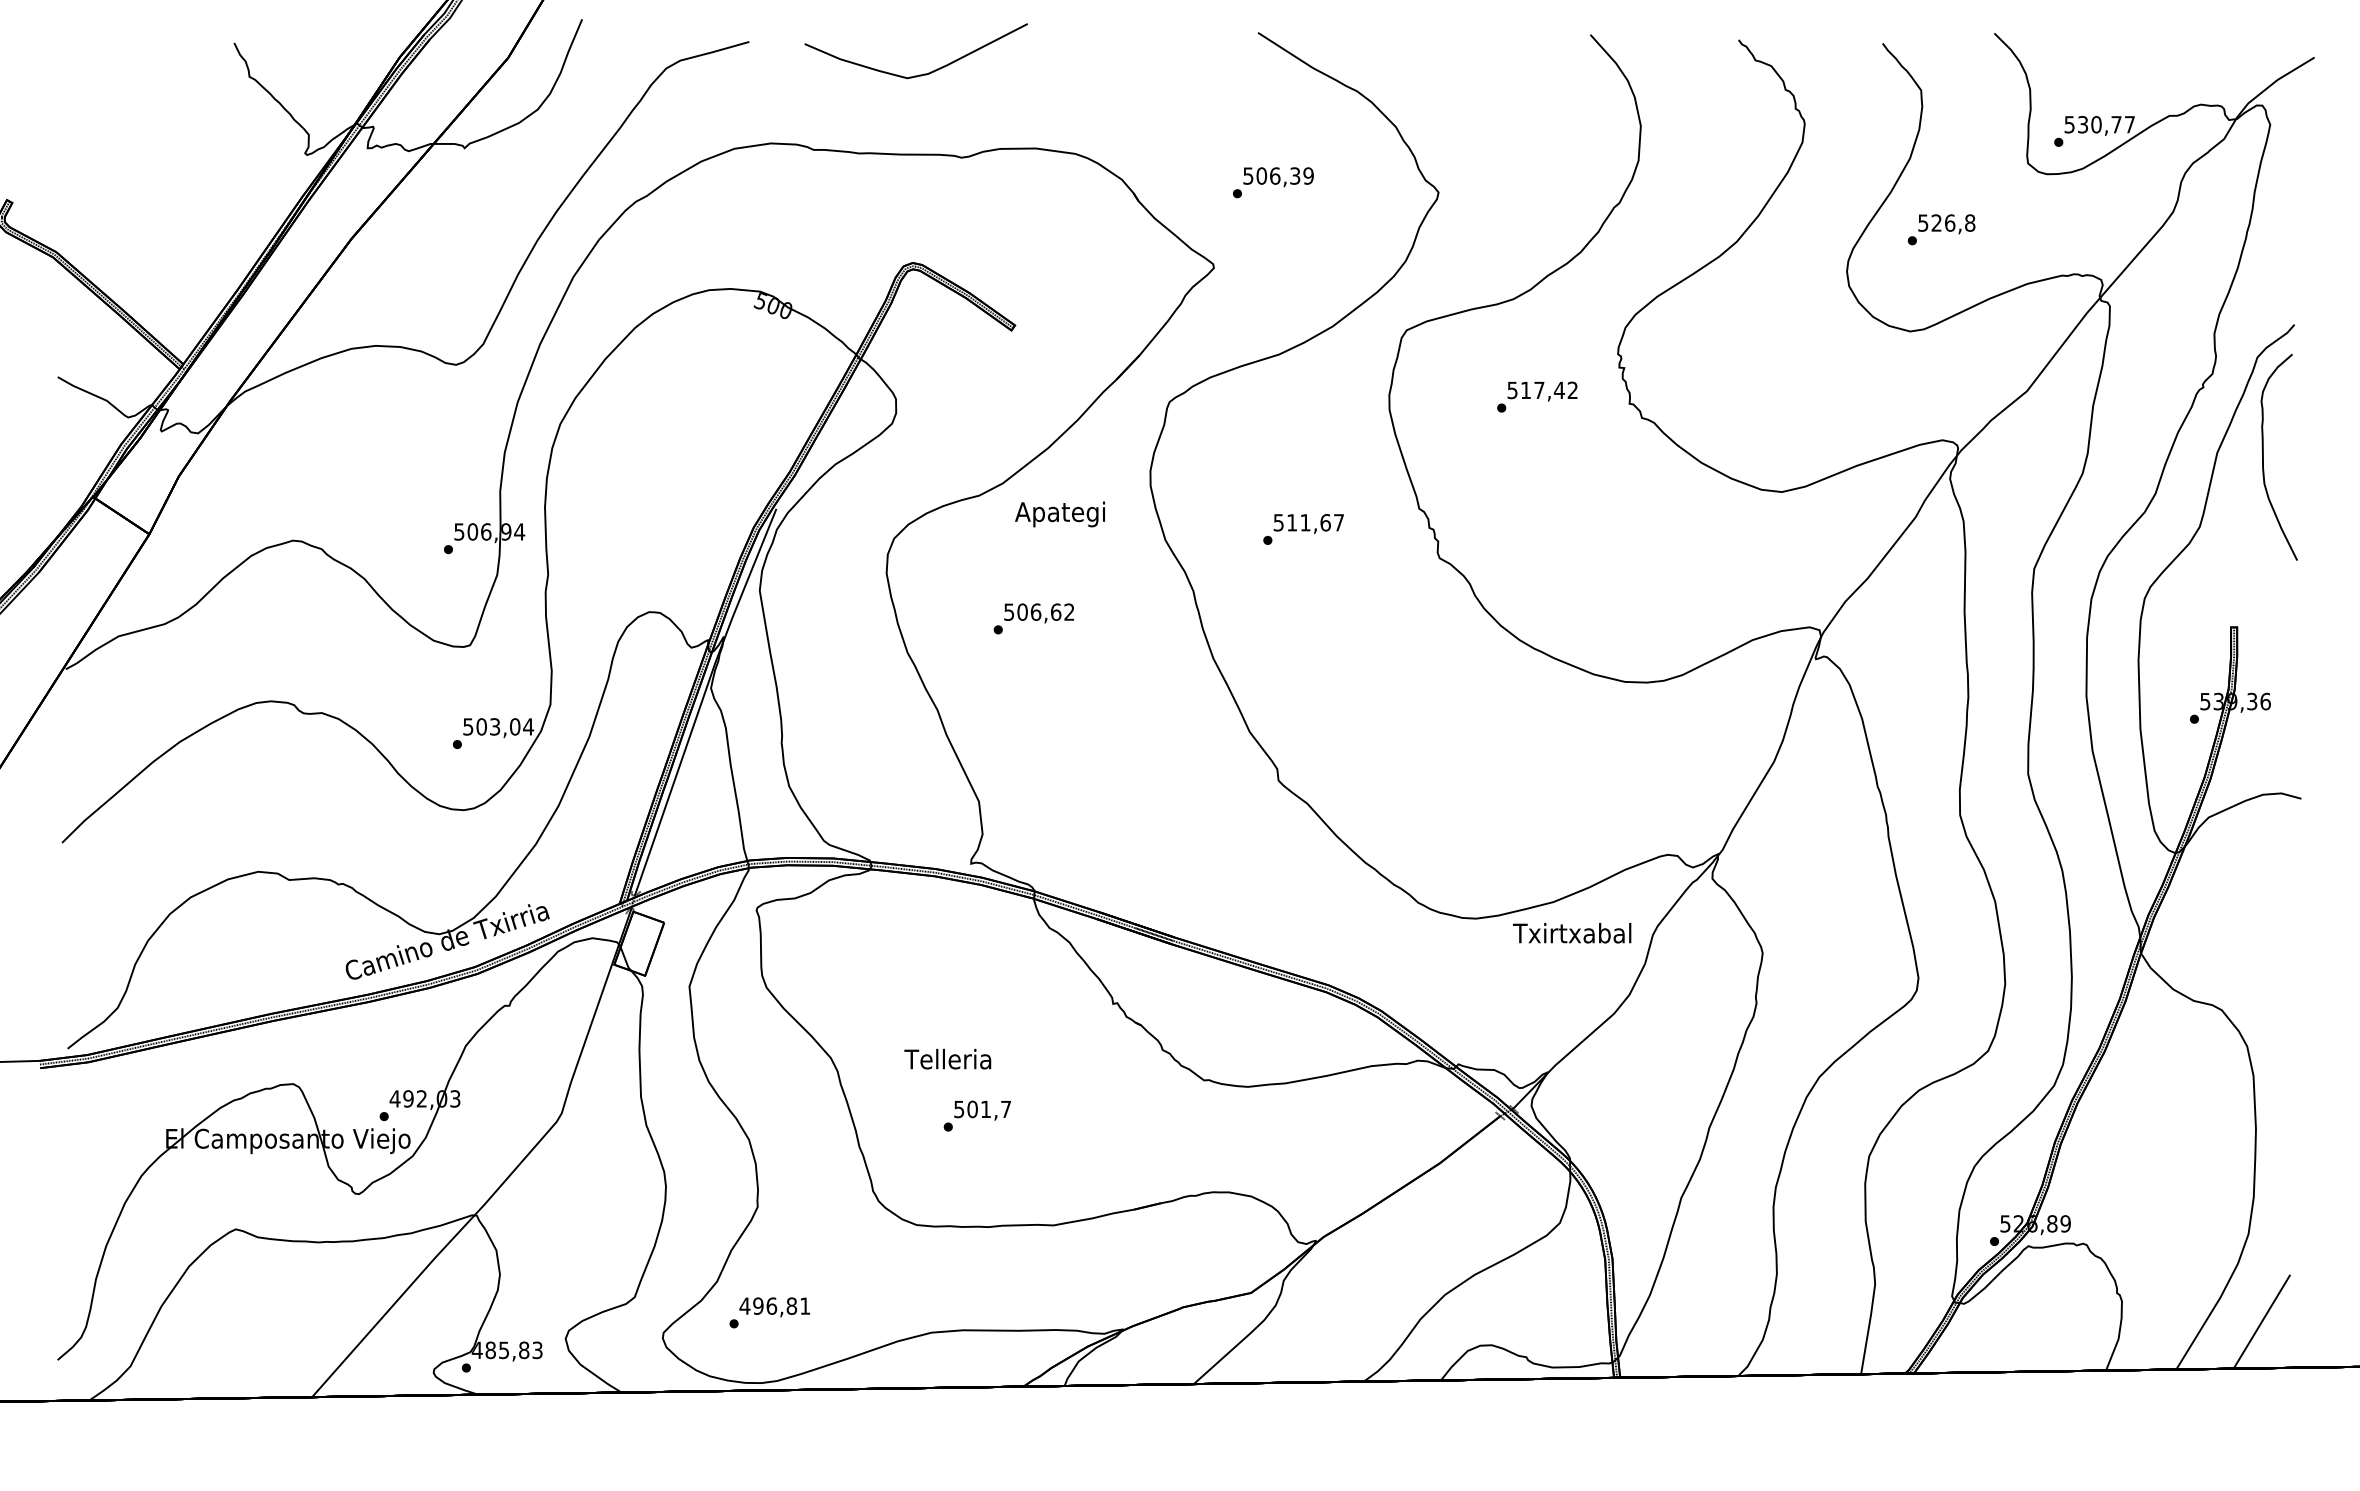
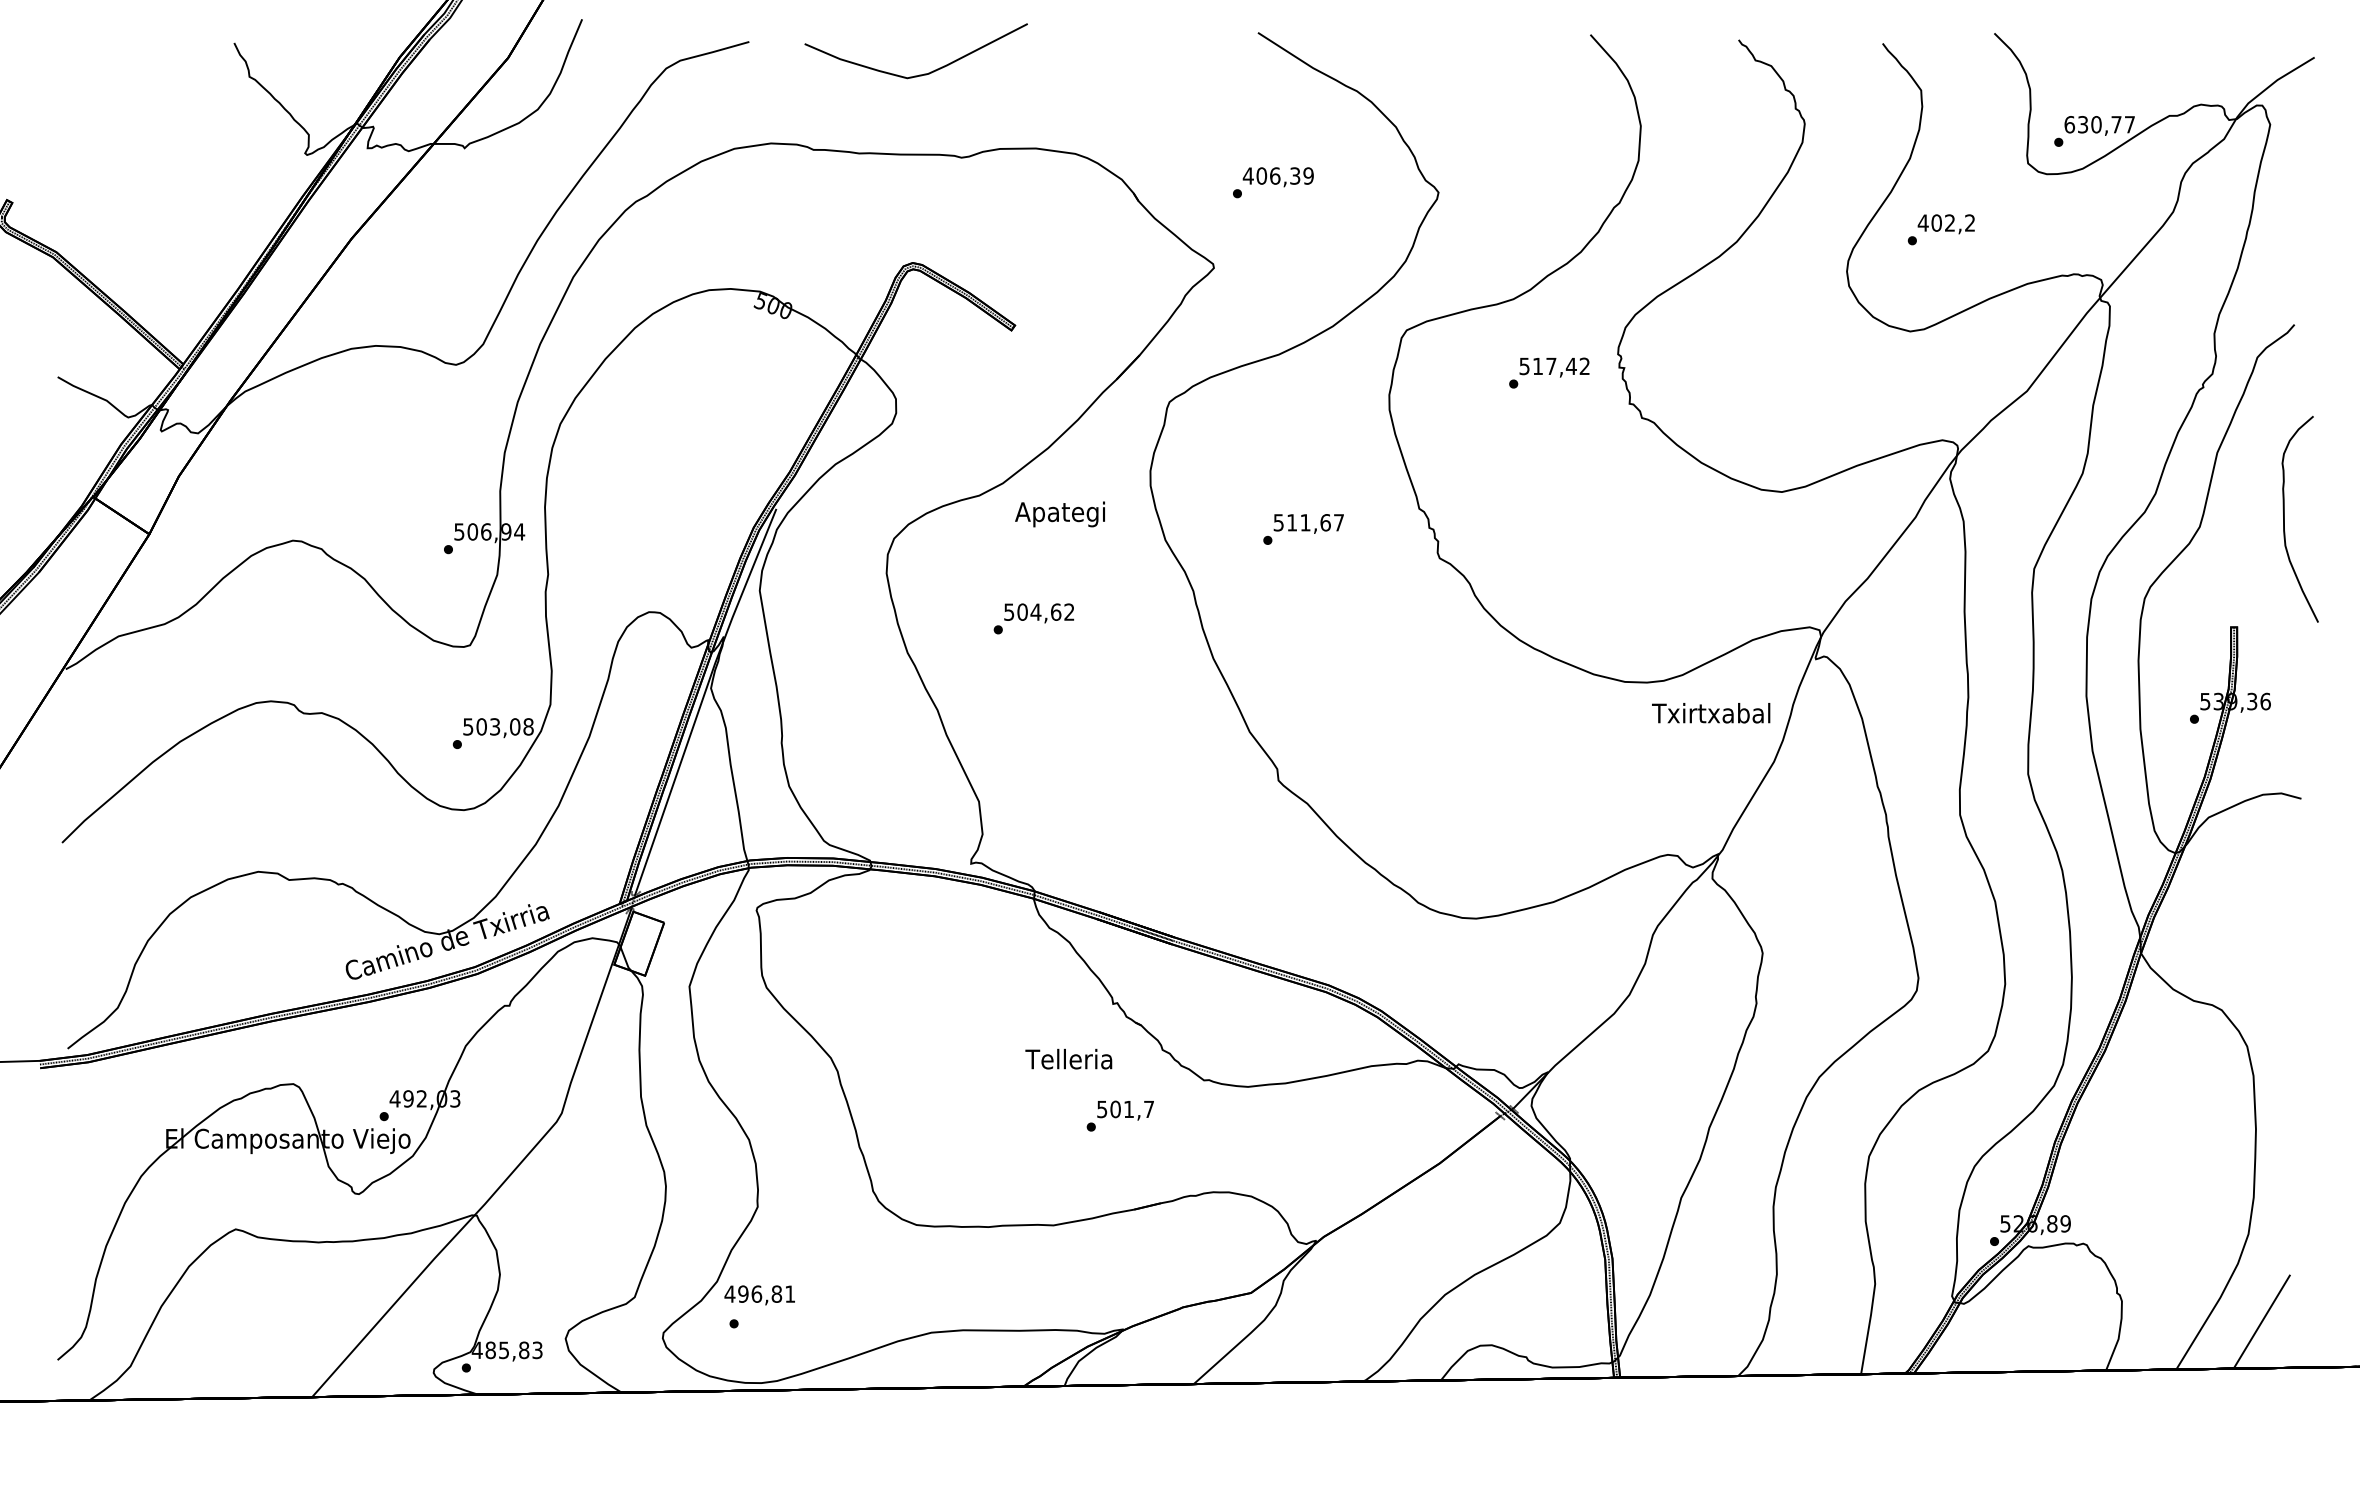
text at (2069, 124): 530,77 -> 630,77
text at (1247, 175): 506,39 -> 406,39
text at (1946, 222): 526,8 -> 402,2
text at (1537, 396) position: (1537, 396) -> (1549, 372)
curve at (2263, 456) position: (2263, 456) -> (2284, 518)
text at (1035, 611): 506,62 -> 504,62
text at (528, 726): 503,04 -> 503,08
text at (1572, 933) position: (1572, 933) -> (1711, 713)
text at (947, 1058) position: (947, 1058) -> (1068, 1058)
text at (976, 1115) position: (976, 1115) -> (1119, 1115)
text at (774, 1307) position: (774, 1307) -> (759, 1295)
